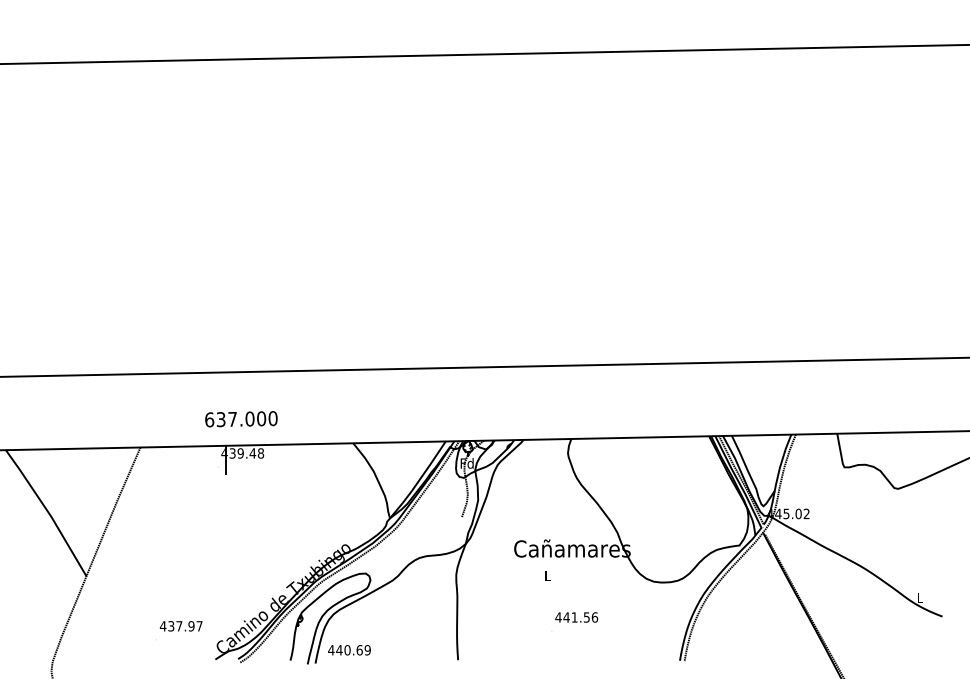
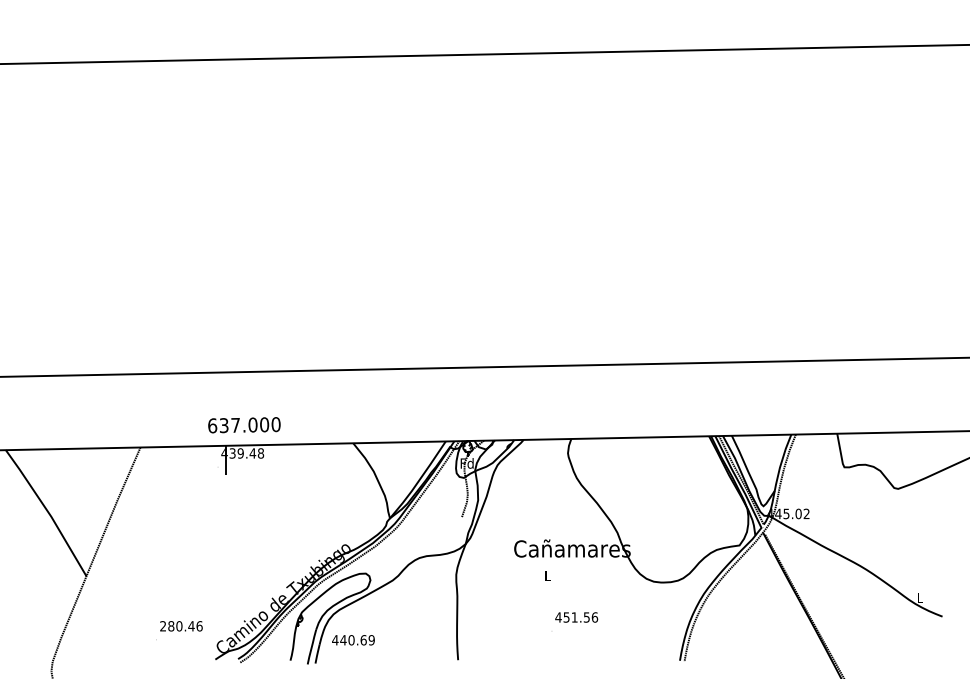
text at (241, 419) position: (241, 419) -> (244, 425)
text at (566, 617): 441.56 -> 451.56
text at (180, 626): 437.97 -> 280.46
text at (349, 650) position: (349, 650) -> (353, 640)
